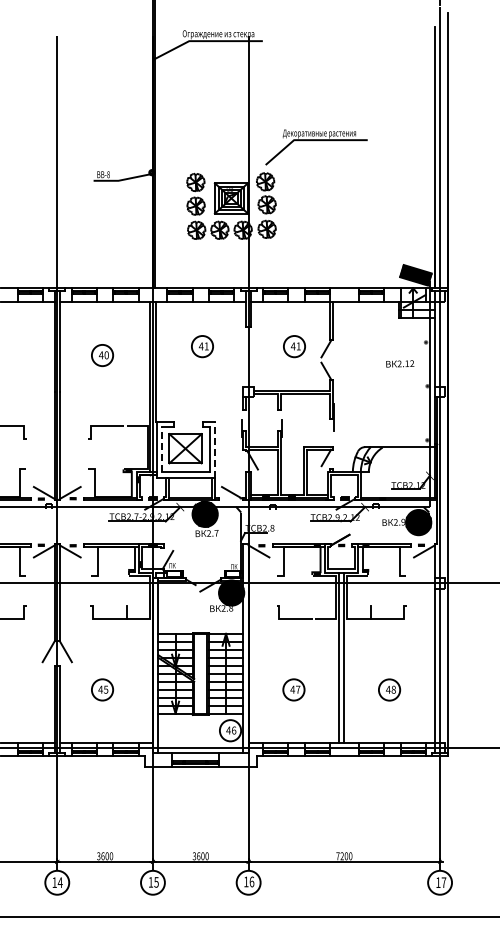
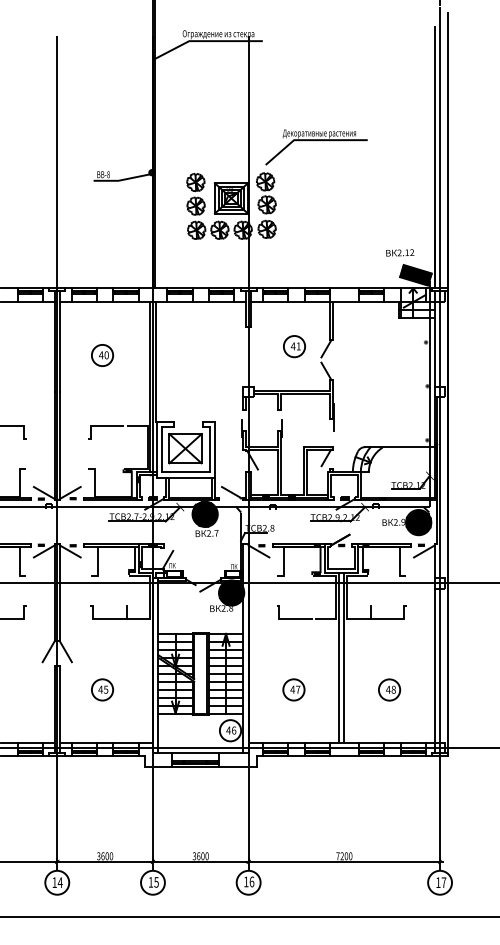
part at (202, 346): present -> none
text at (400, 363) position: (400, 363) -> (400, 252)
line at (162, 449): dashed -> solid
line at (215, 449): dashed -> solid
